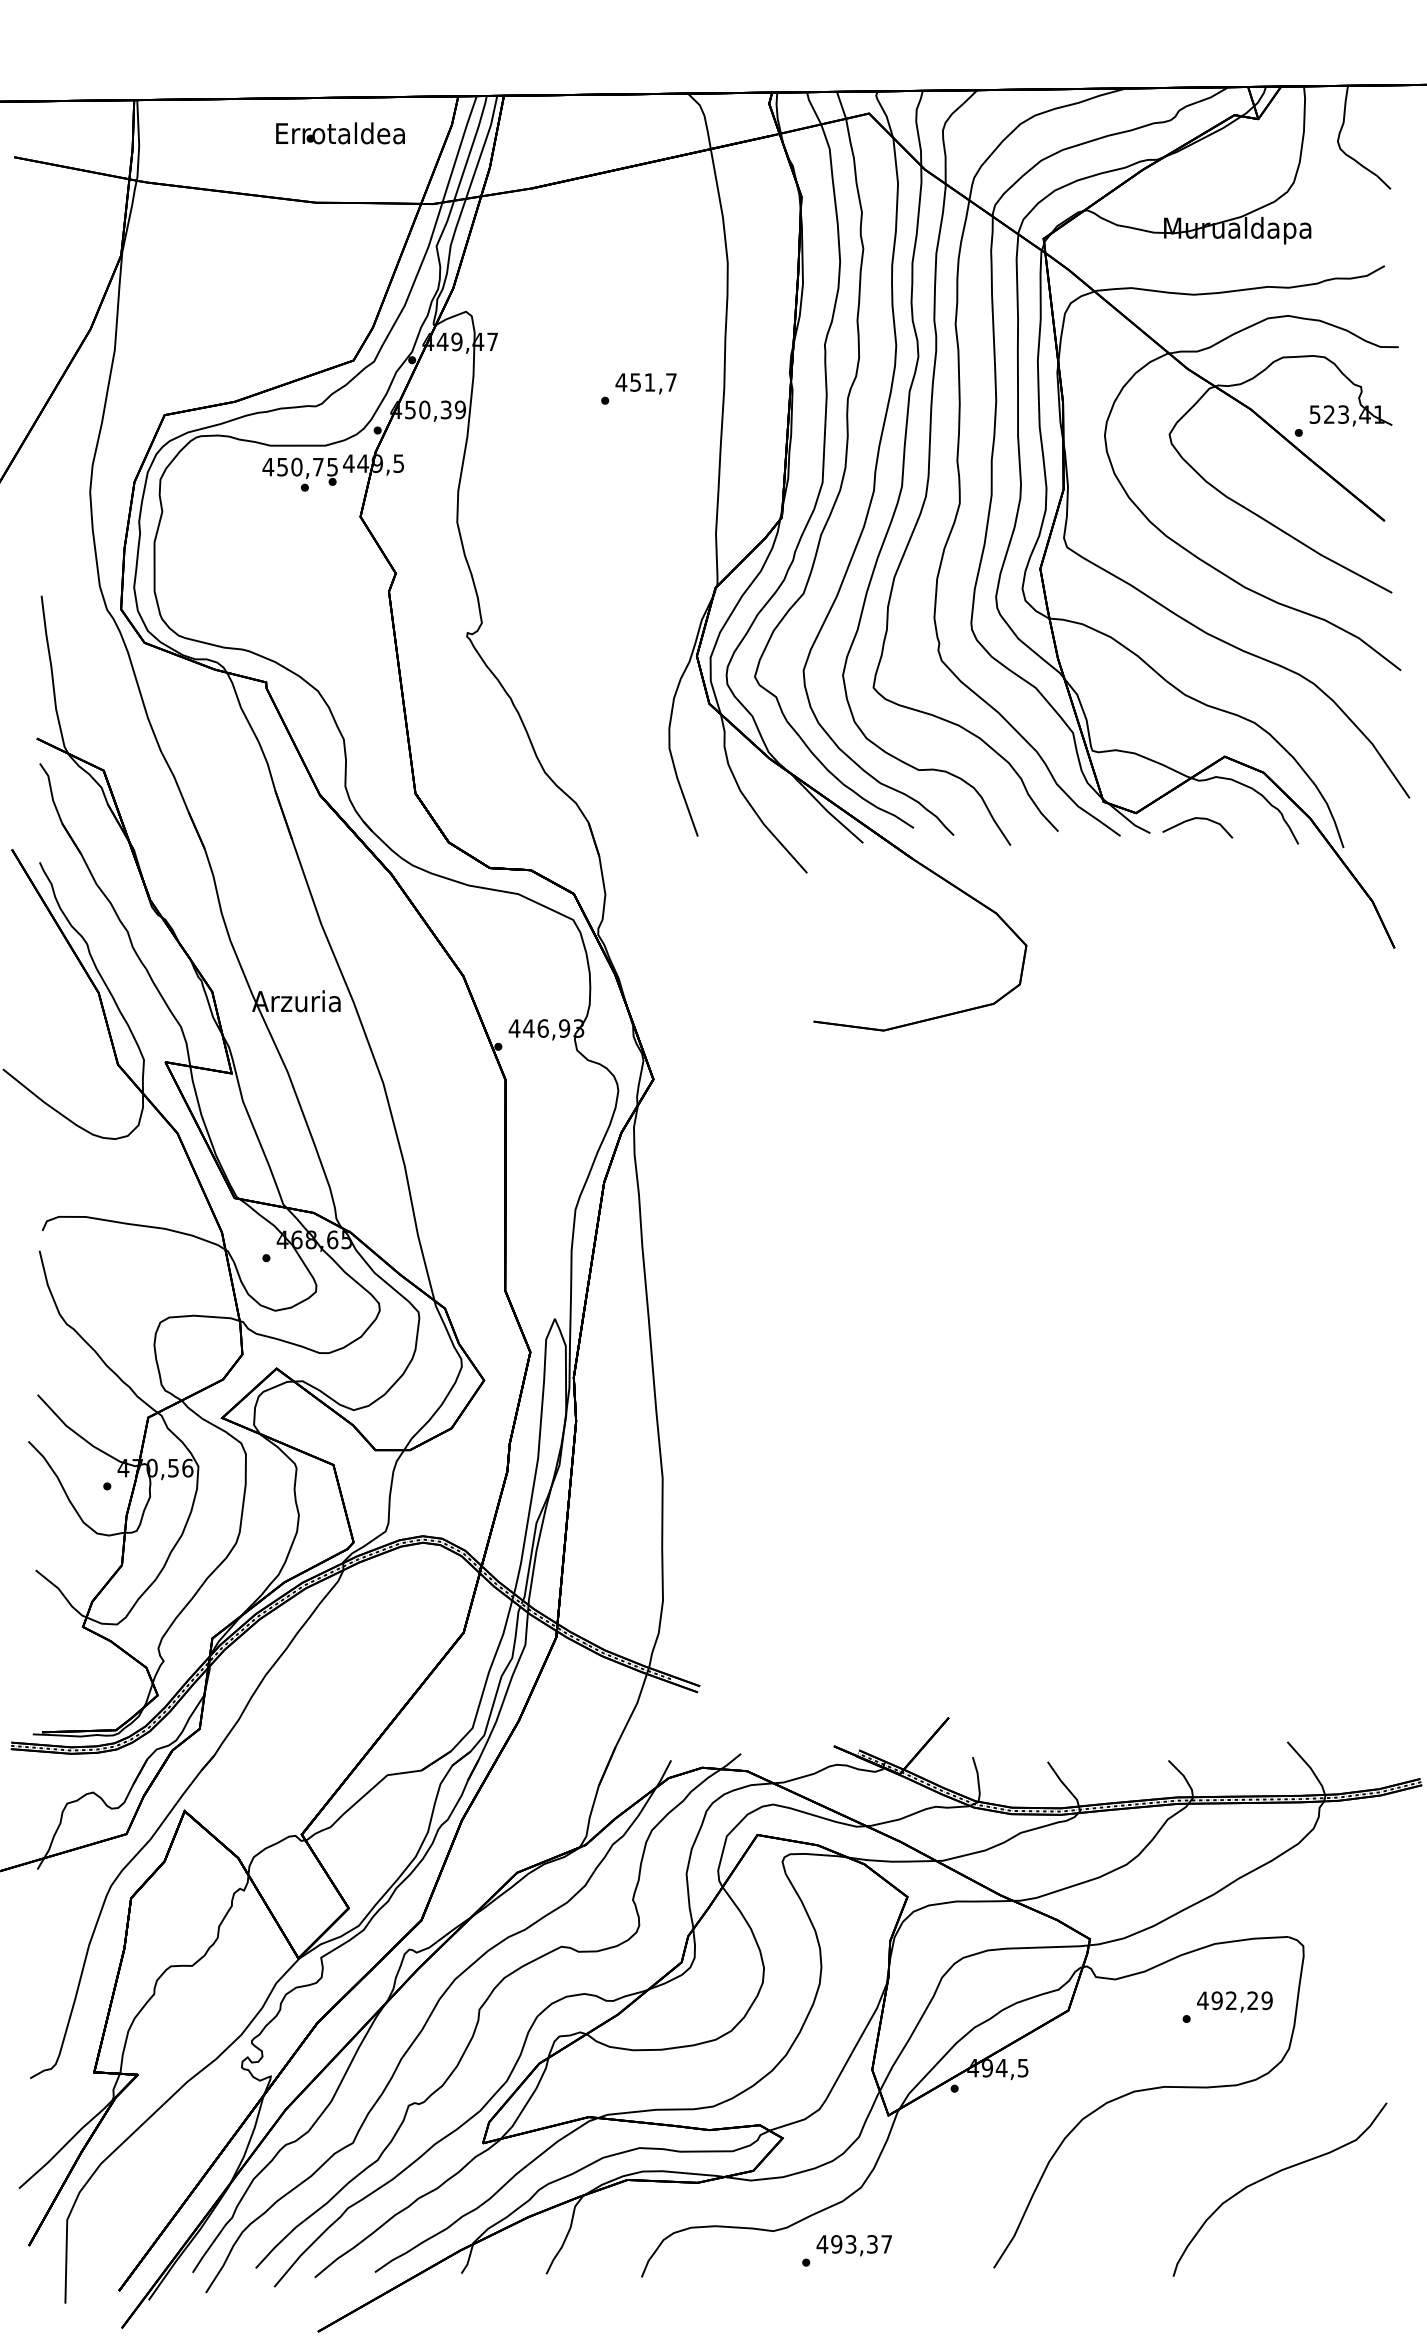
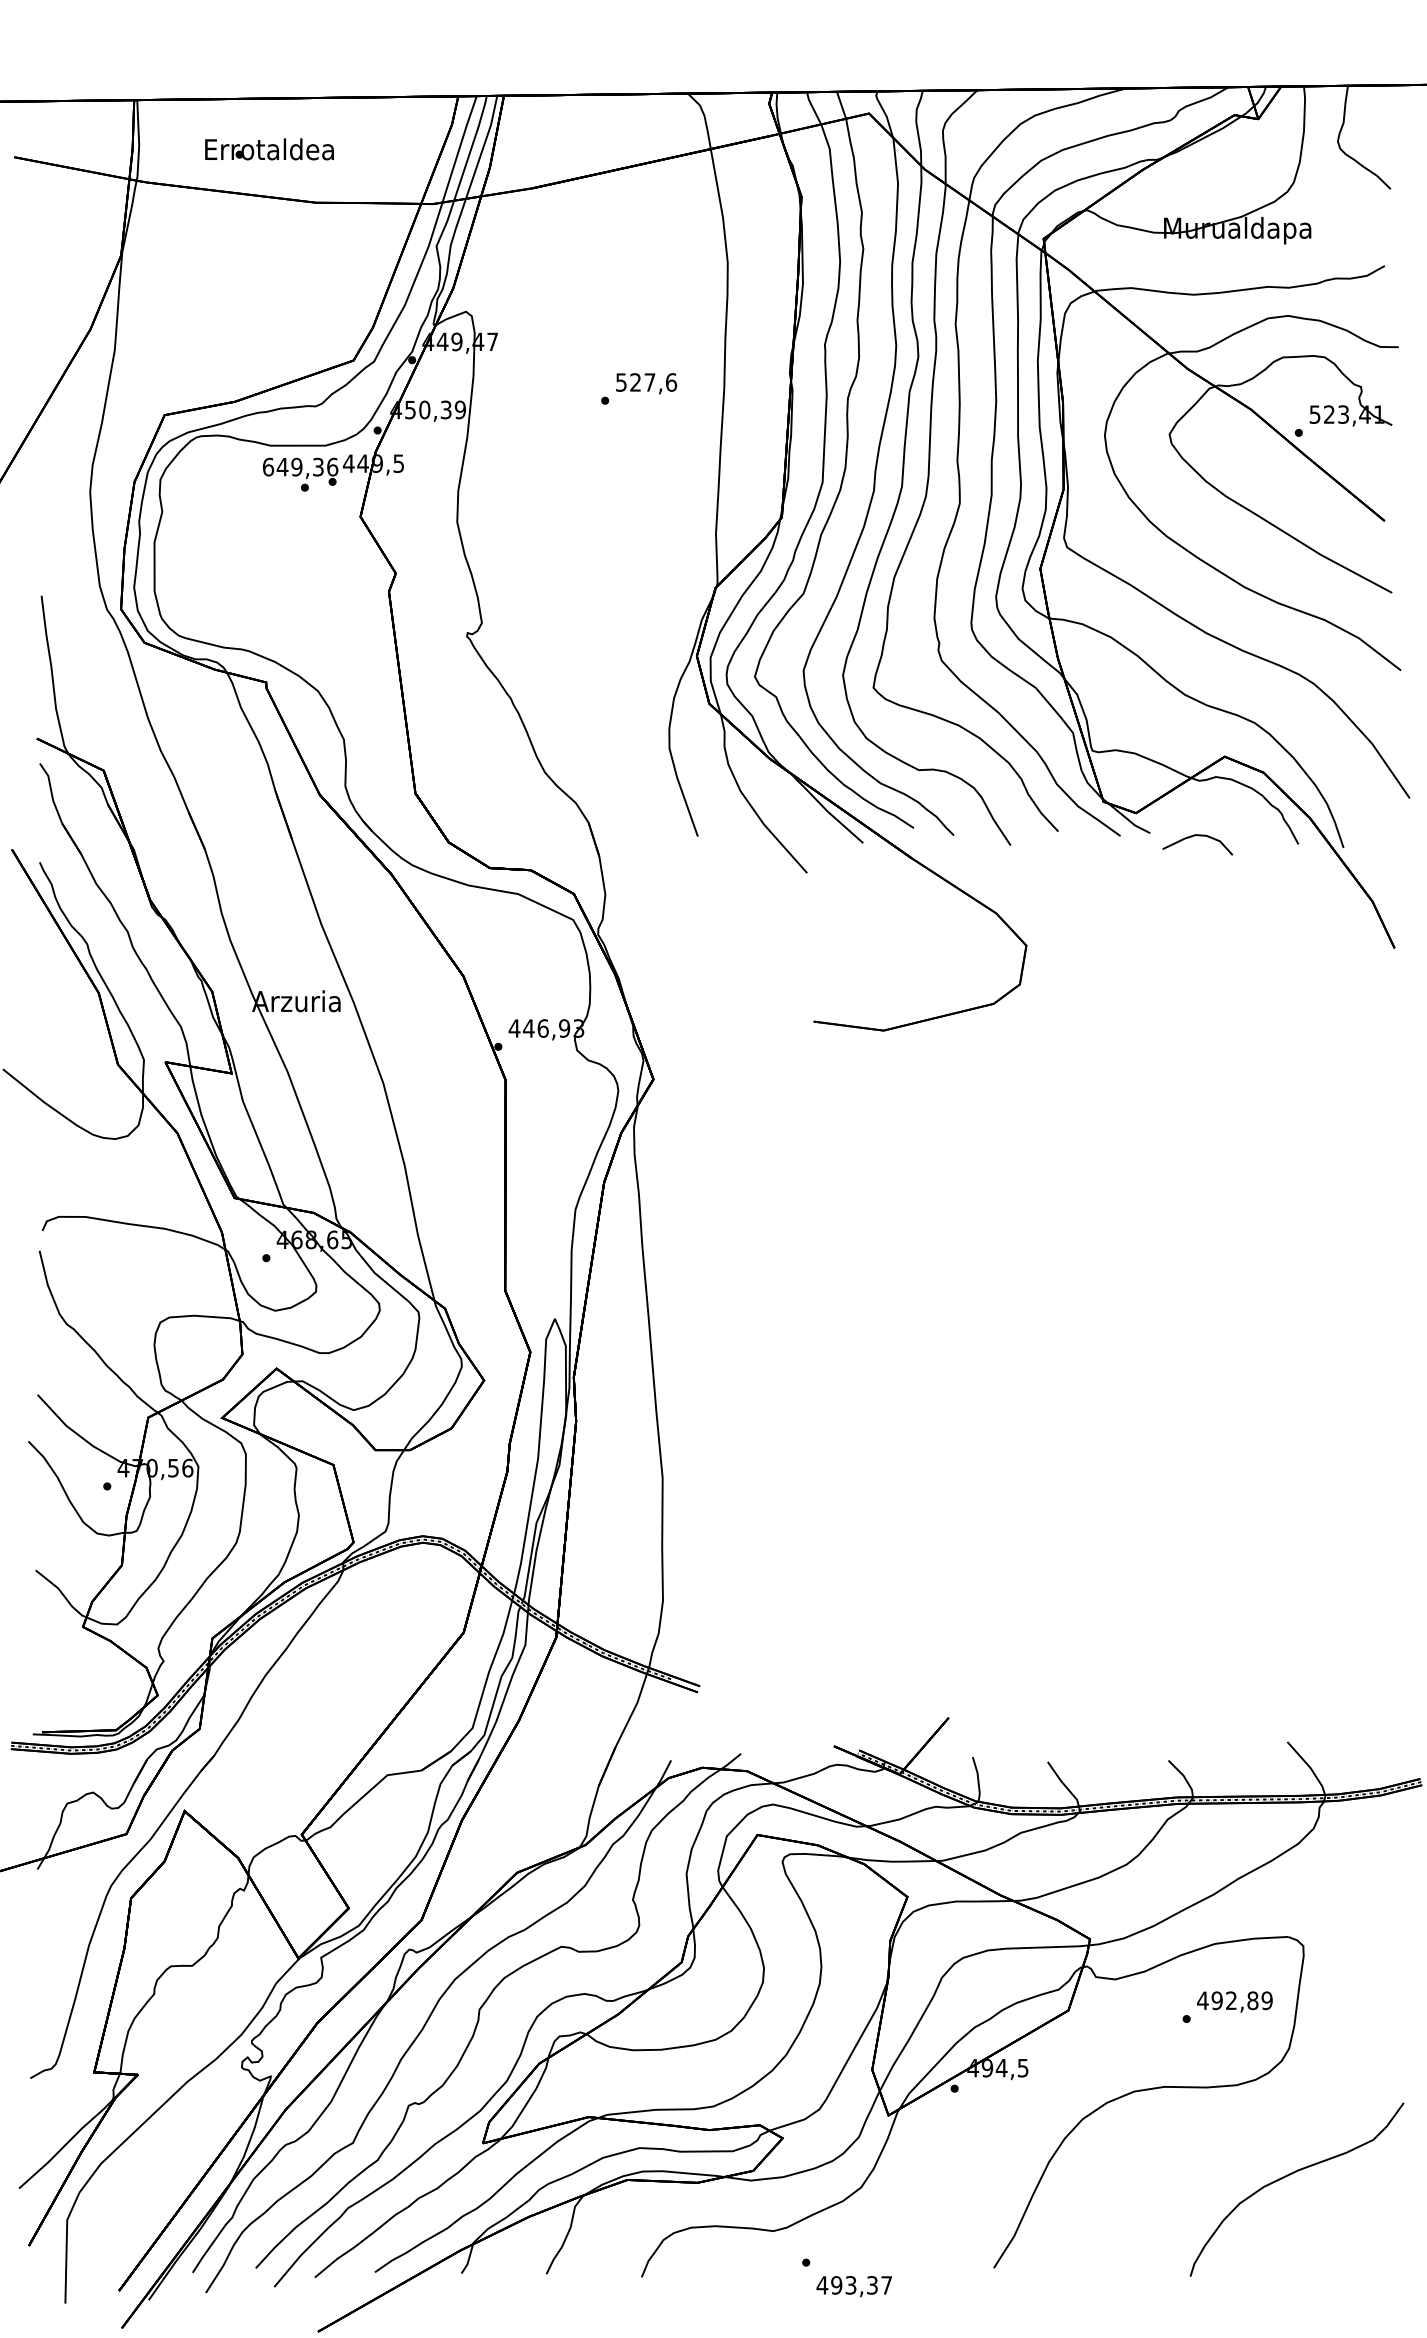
text at (340, 133) position: (340, 133) -> (269, 149)
text at (646, 382): 451,7 -> 527,6
text at (300, 466): 450,75 -> 649,36
curve at (1197, 819) position: (1197, 819) -> (1197, 836)
text at (1252, 2000): 492,29 -> 492,89
curve at (1273, 2175) position: (1273, 2175) -> (1290, 2175)
text at (853, 2245) position: (853, 2245) -> (853, 2286)
